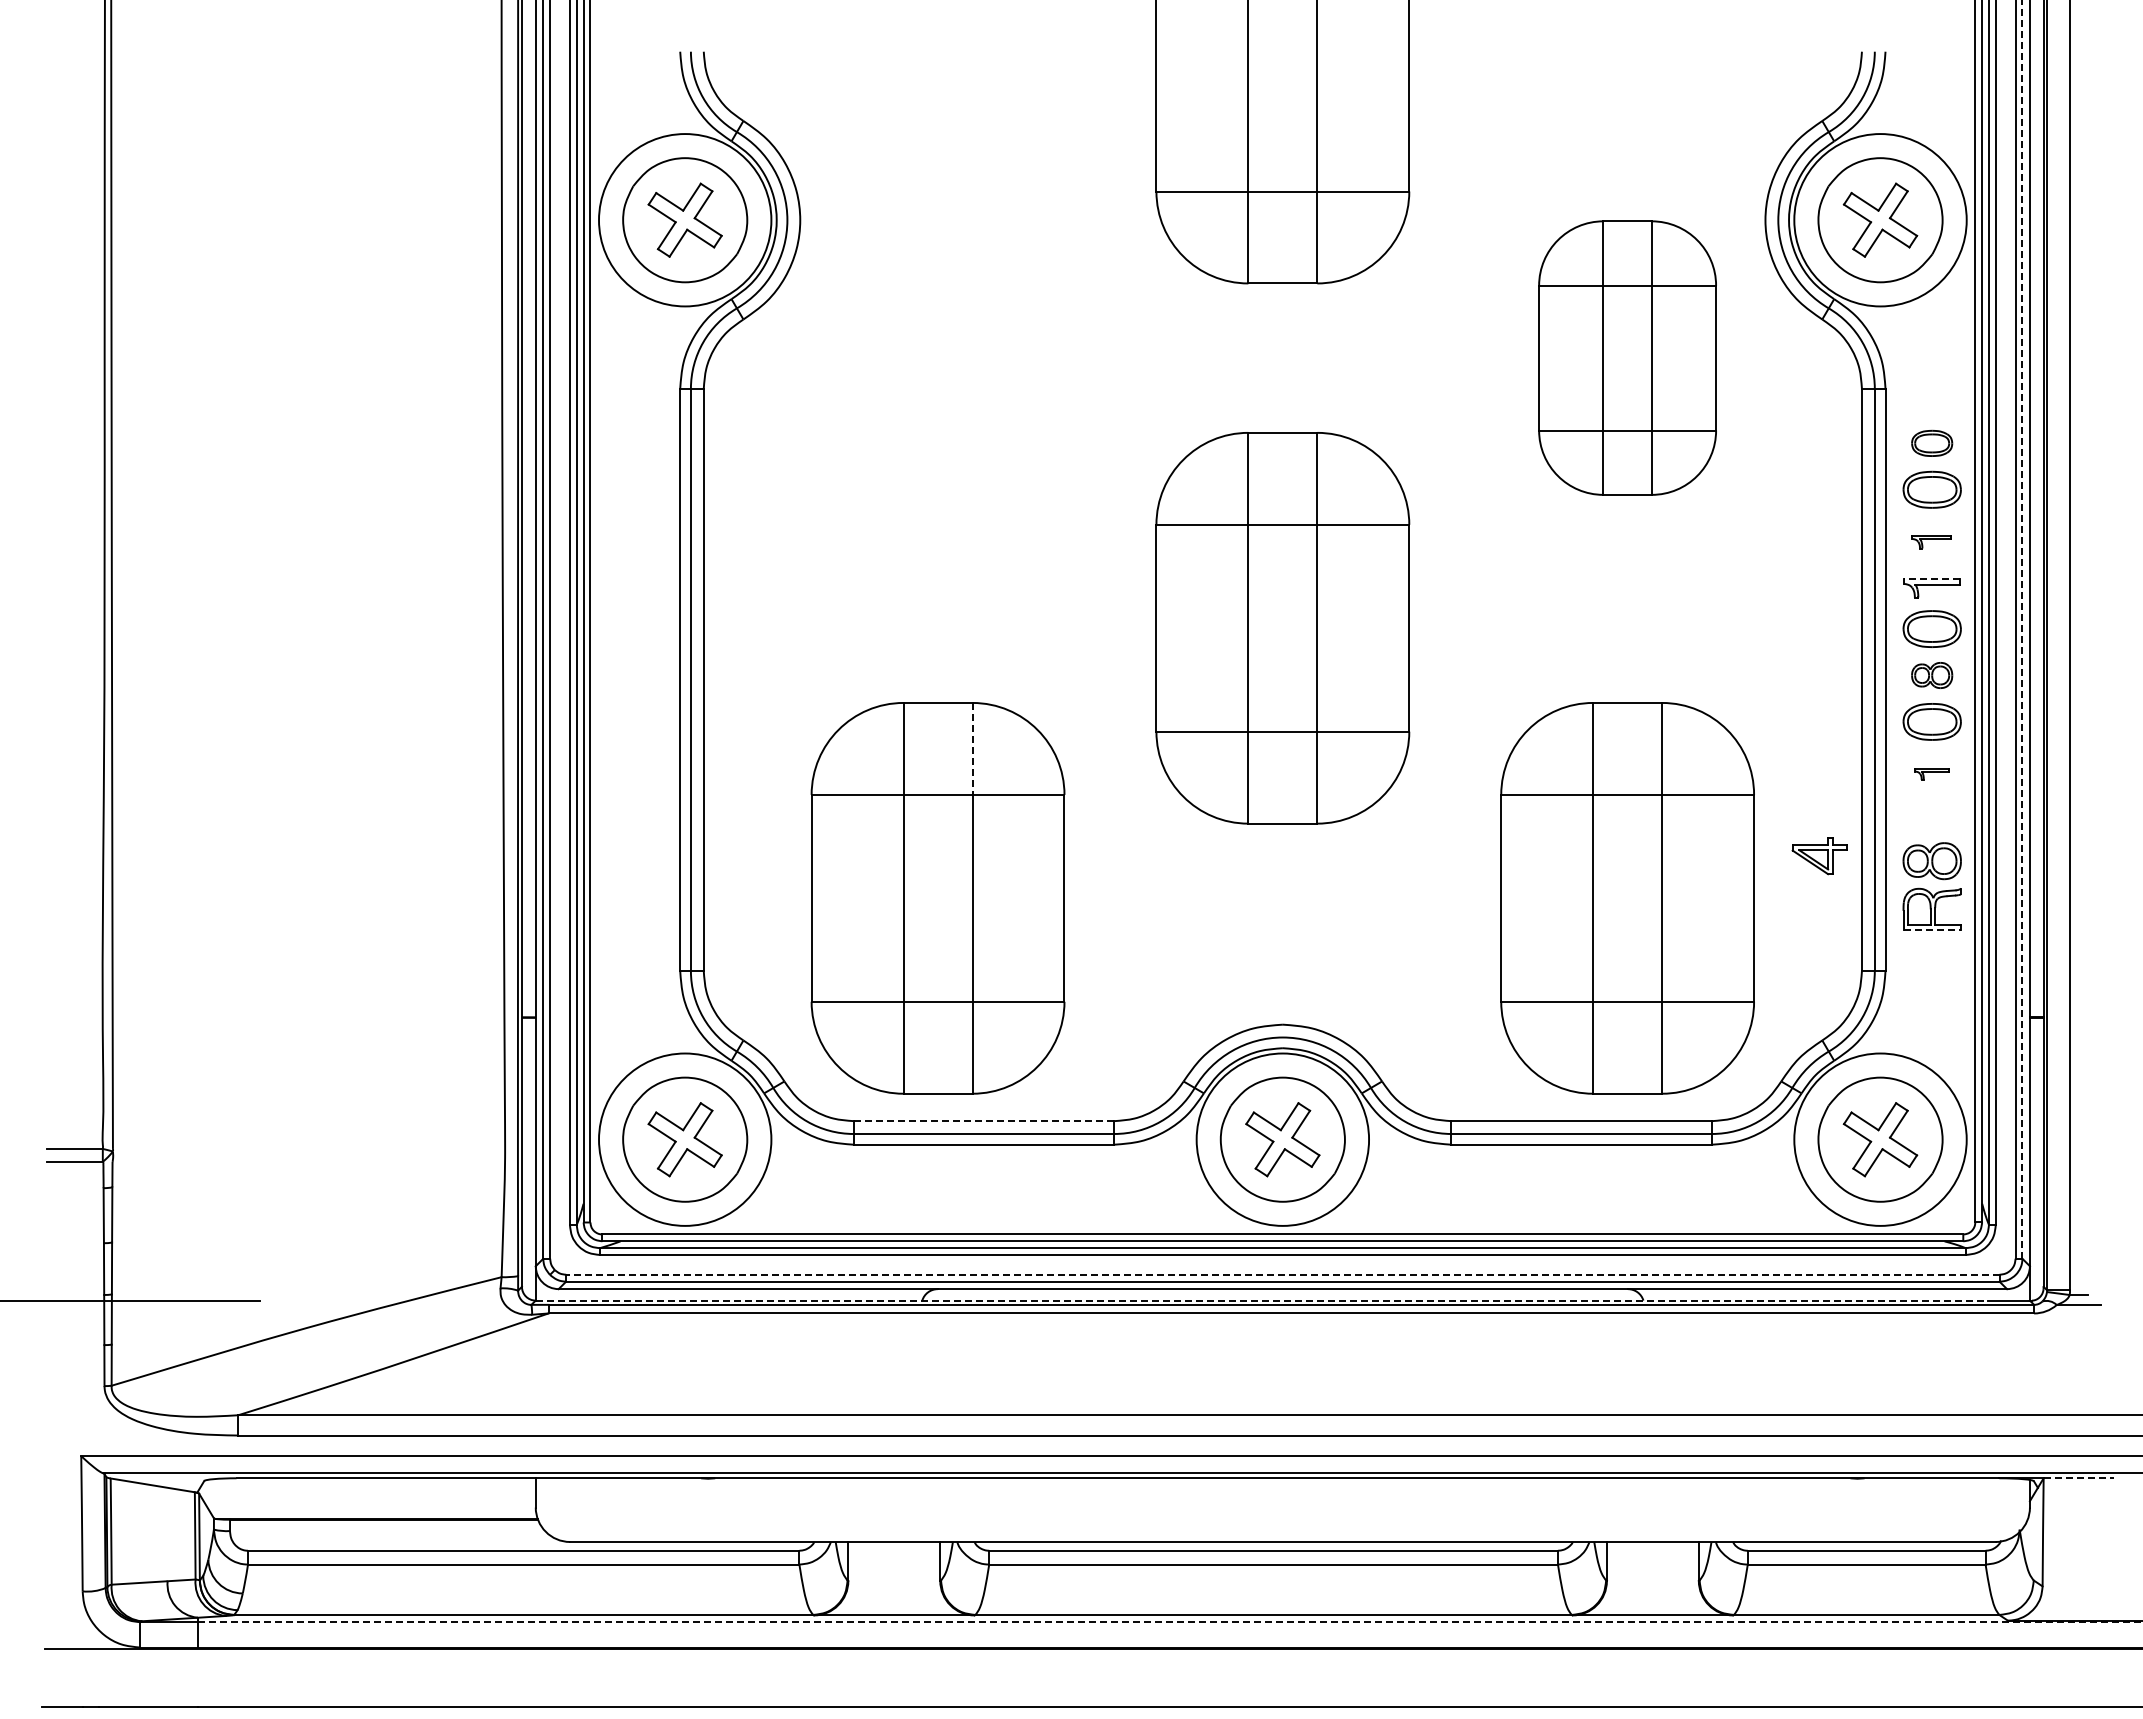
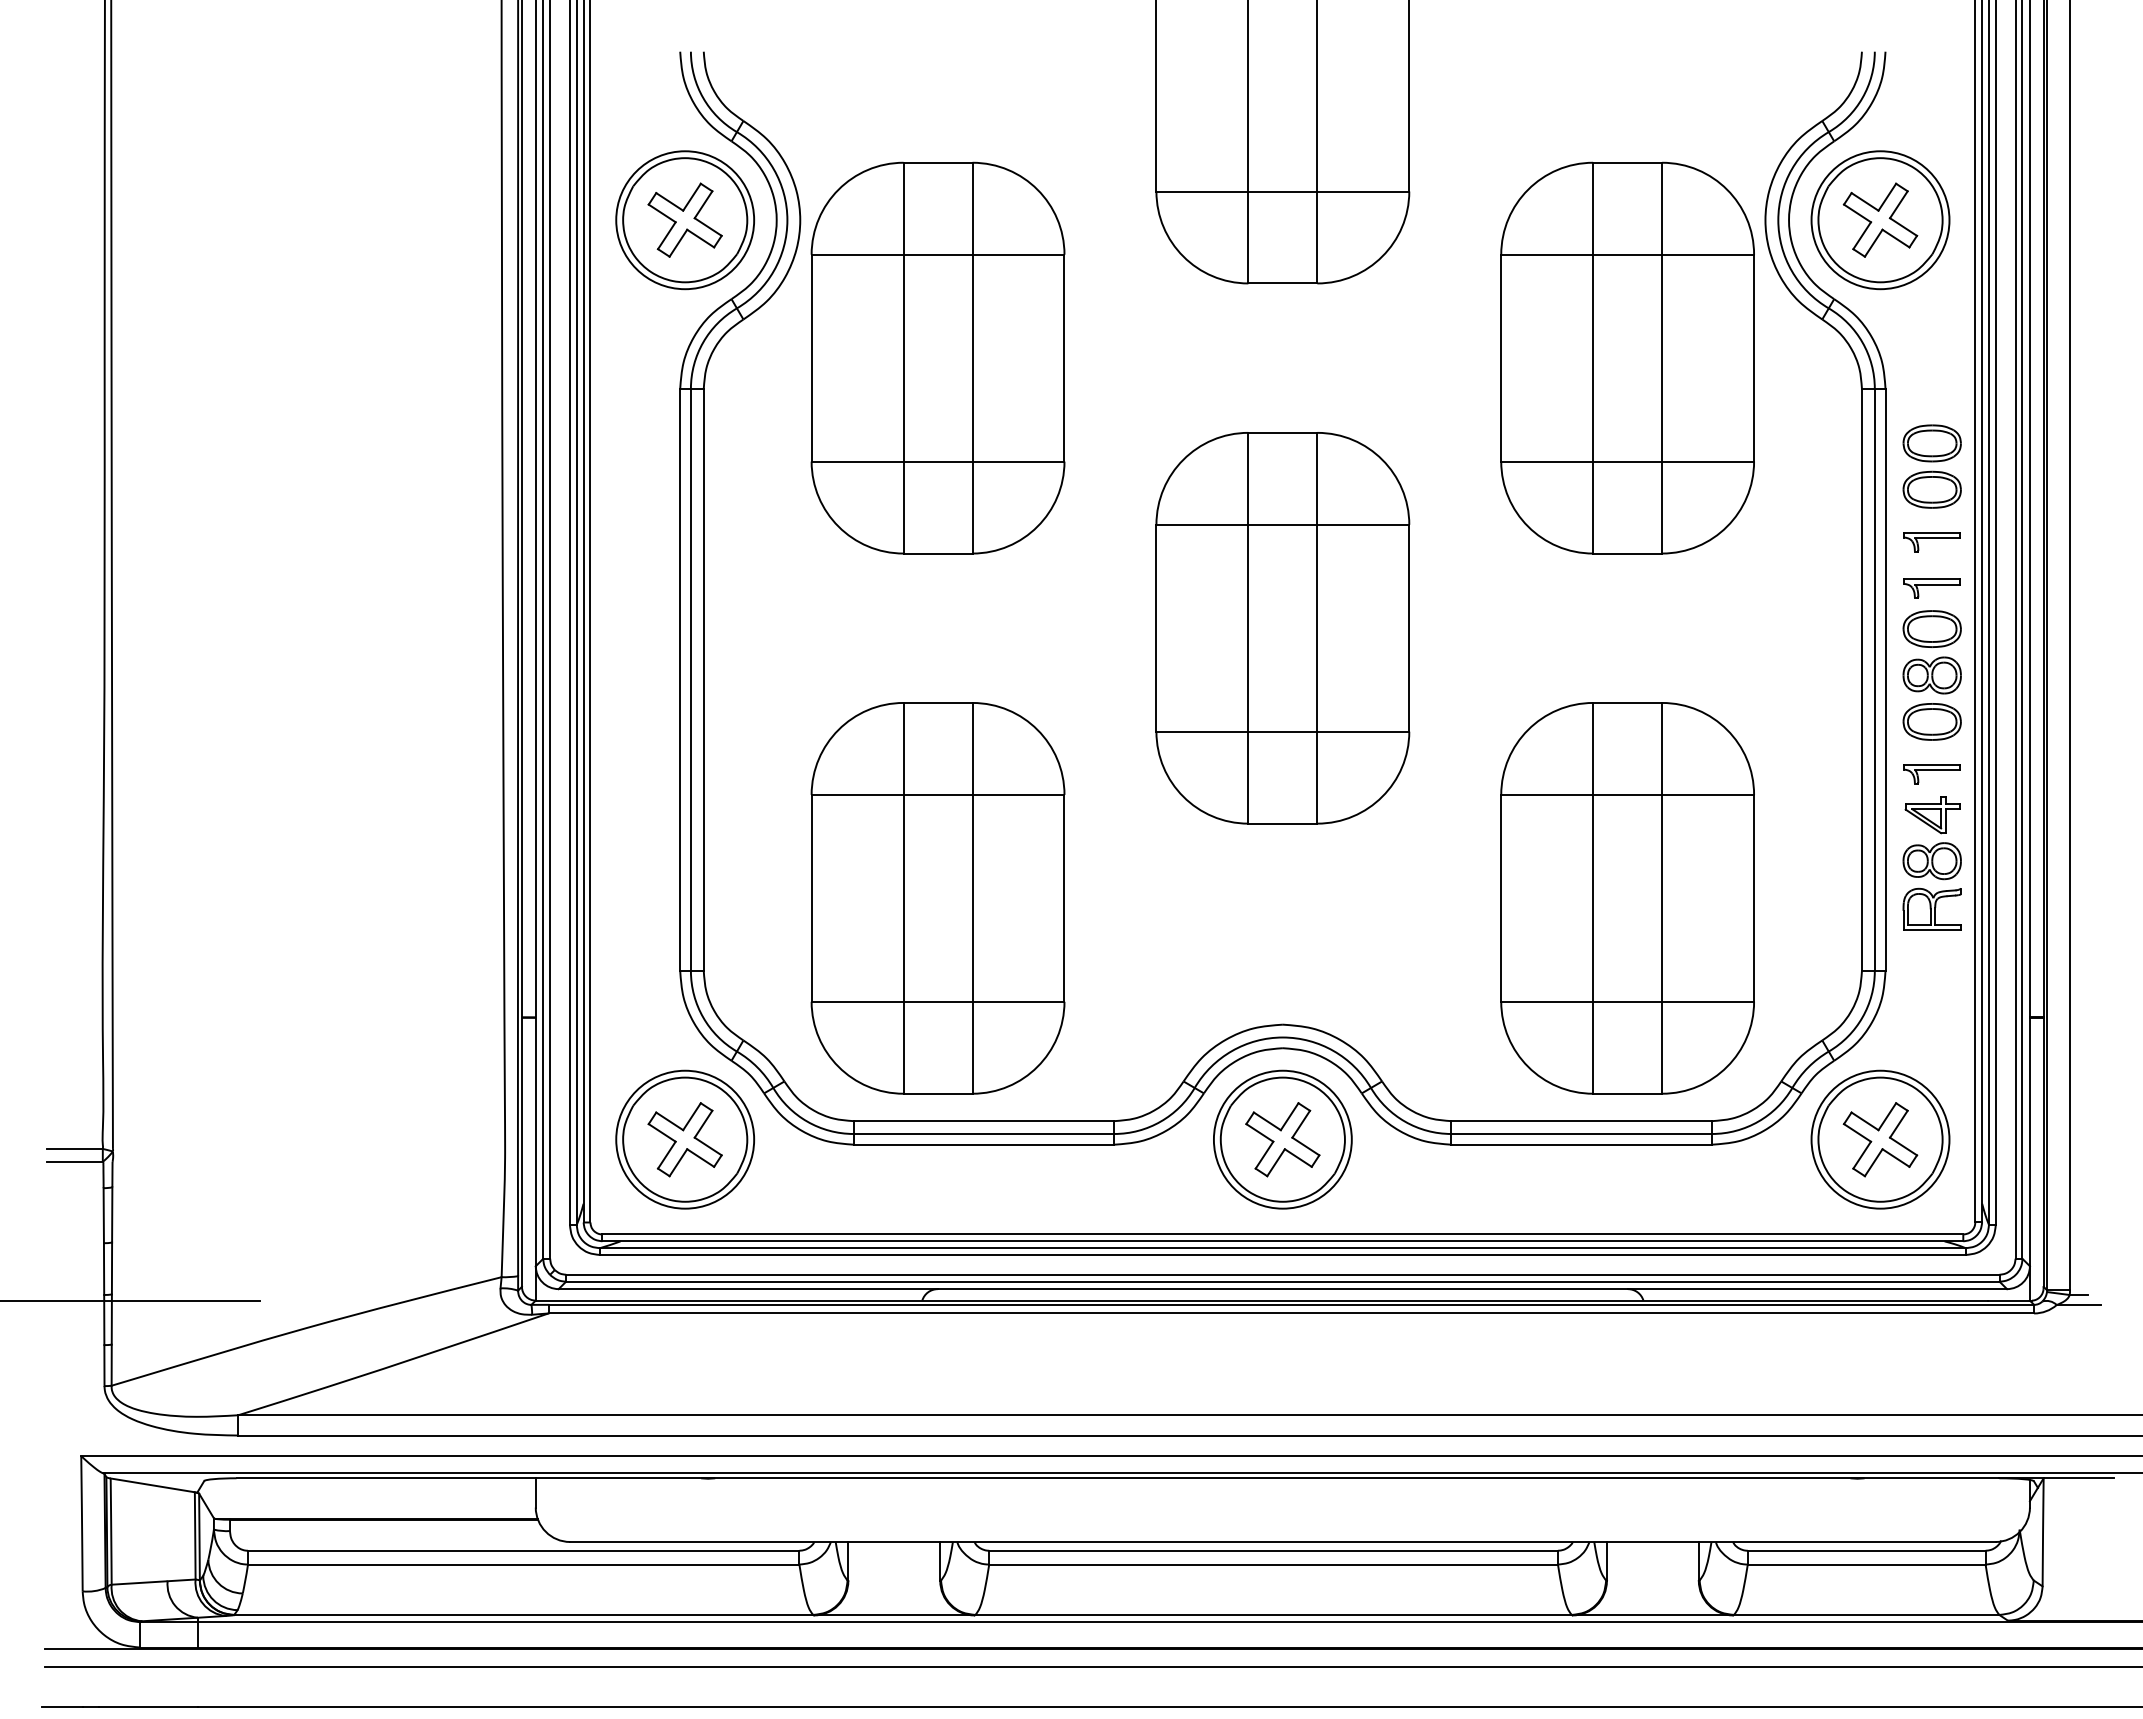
circle at (685, 220) diameter: 172 px -> 138 px
circle at (1880, 220) diameter: 172 px -> 138 px
part at (937, 357): none -> present
part at (1627, 357) size: 179x276 px -> 255x394 px
part at (1932, 442) size: 43x28 px -> 60x39 px
part at (1931, 542) size: 41x15 px -> 58x21 px
line at (1931, 579): dashed -> solid
line at (2022, 629): dashed -> solid
part at (1932, 675) size: 43x27 px -> 60x39 px
line at (972, 748): dashed -> solid
part at (1931, 774) size: 36x13 px -> 58x21 px
part at (1819, 856) position: (1819, 856) -> (1932, 815)
line at (1932, 930): dashed -> solid
line at (984, 1121): dashed -> solid
circle at (685, 1139) diameter: 172 px -> 138 px
circle at (1282, 1139) diameter: 172 px -> 138 px
circle at (1880, 1139) diameter: 172 px -> 138 px
line at (1282, 1274): dashed -> solid
line at (1262, 1300): dashed -> solid
line at (2079, 1478): dashed -> solid
line at (1170, 1622): dashed -> solid
line at (1091, 1667): none -> present
